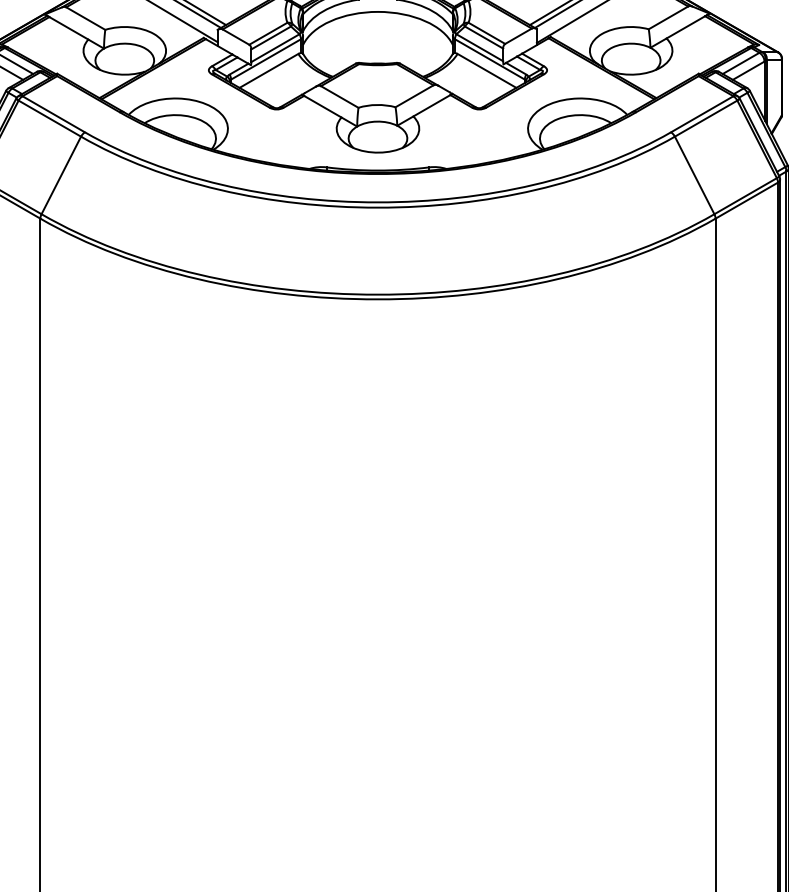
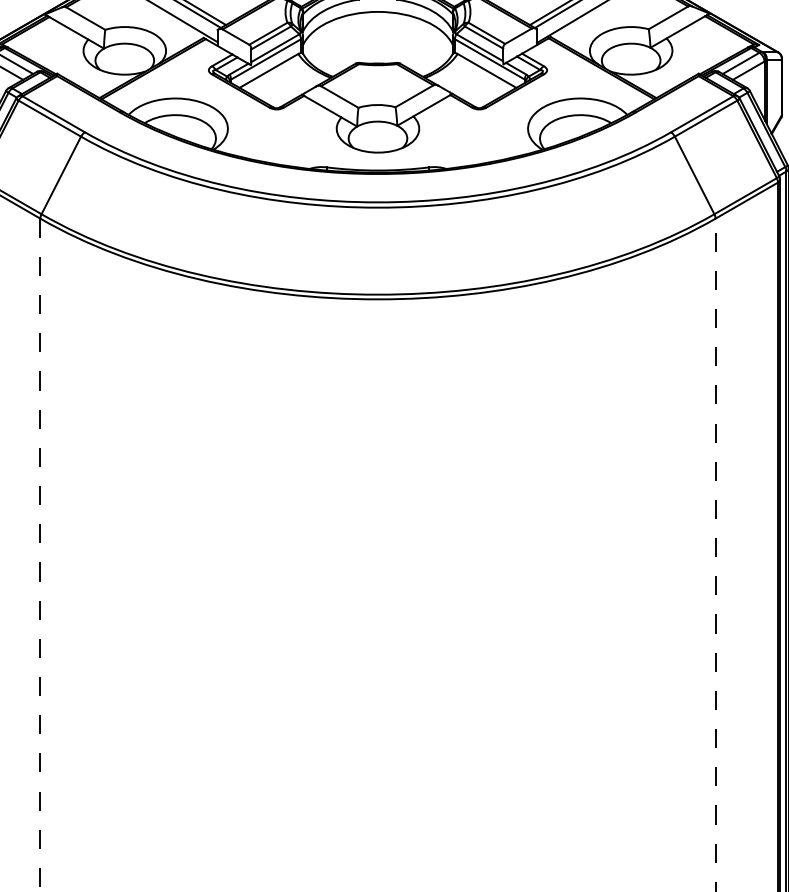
line at (715, 554): solid -> dashed
line at (40, 555): solid -> dashed
